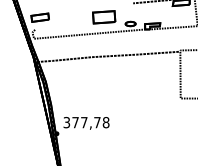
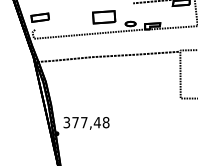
text at (96, 122): 377,78 -> 377,48
